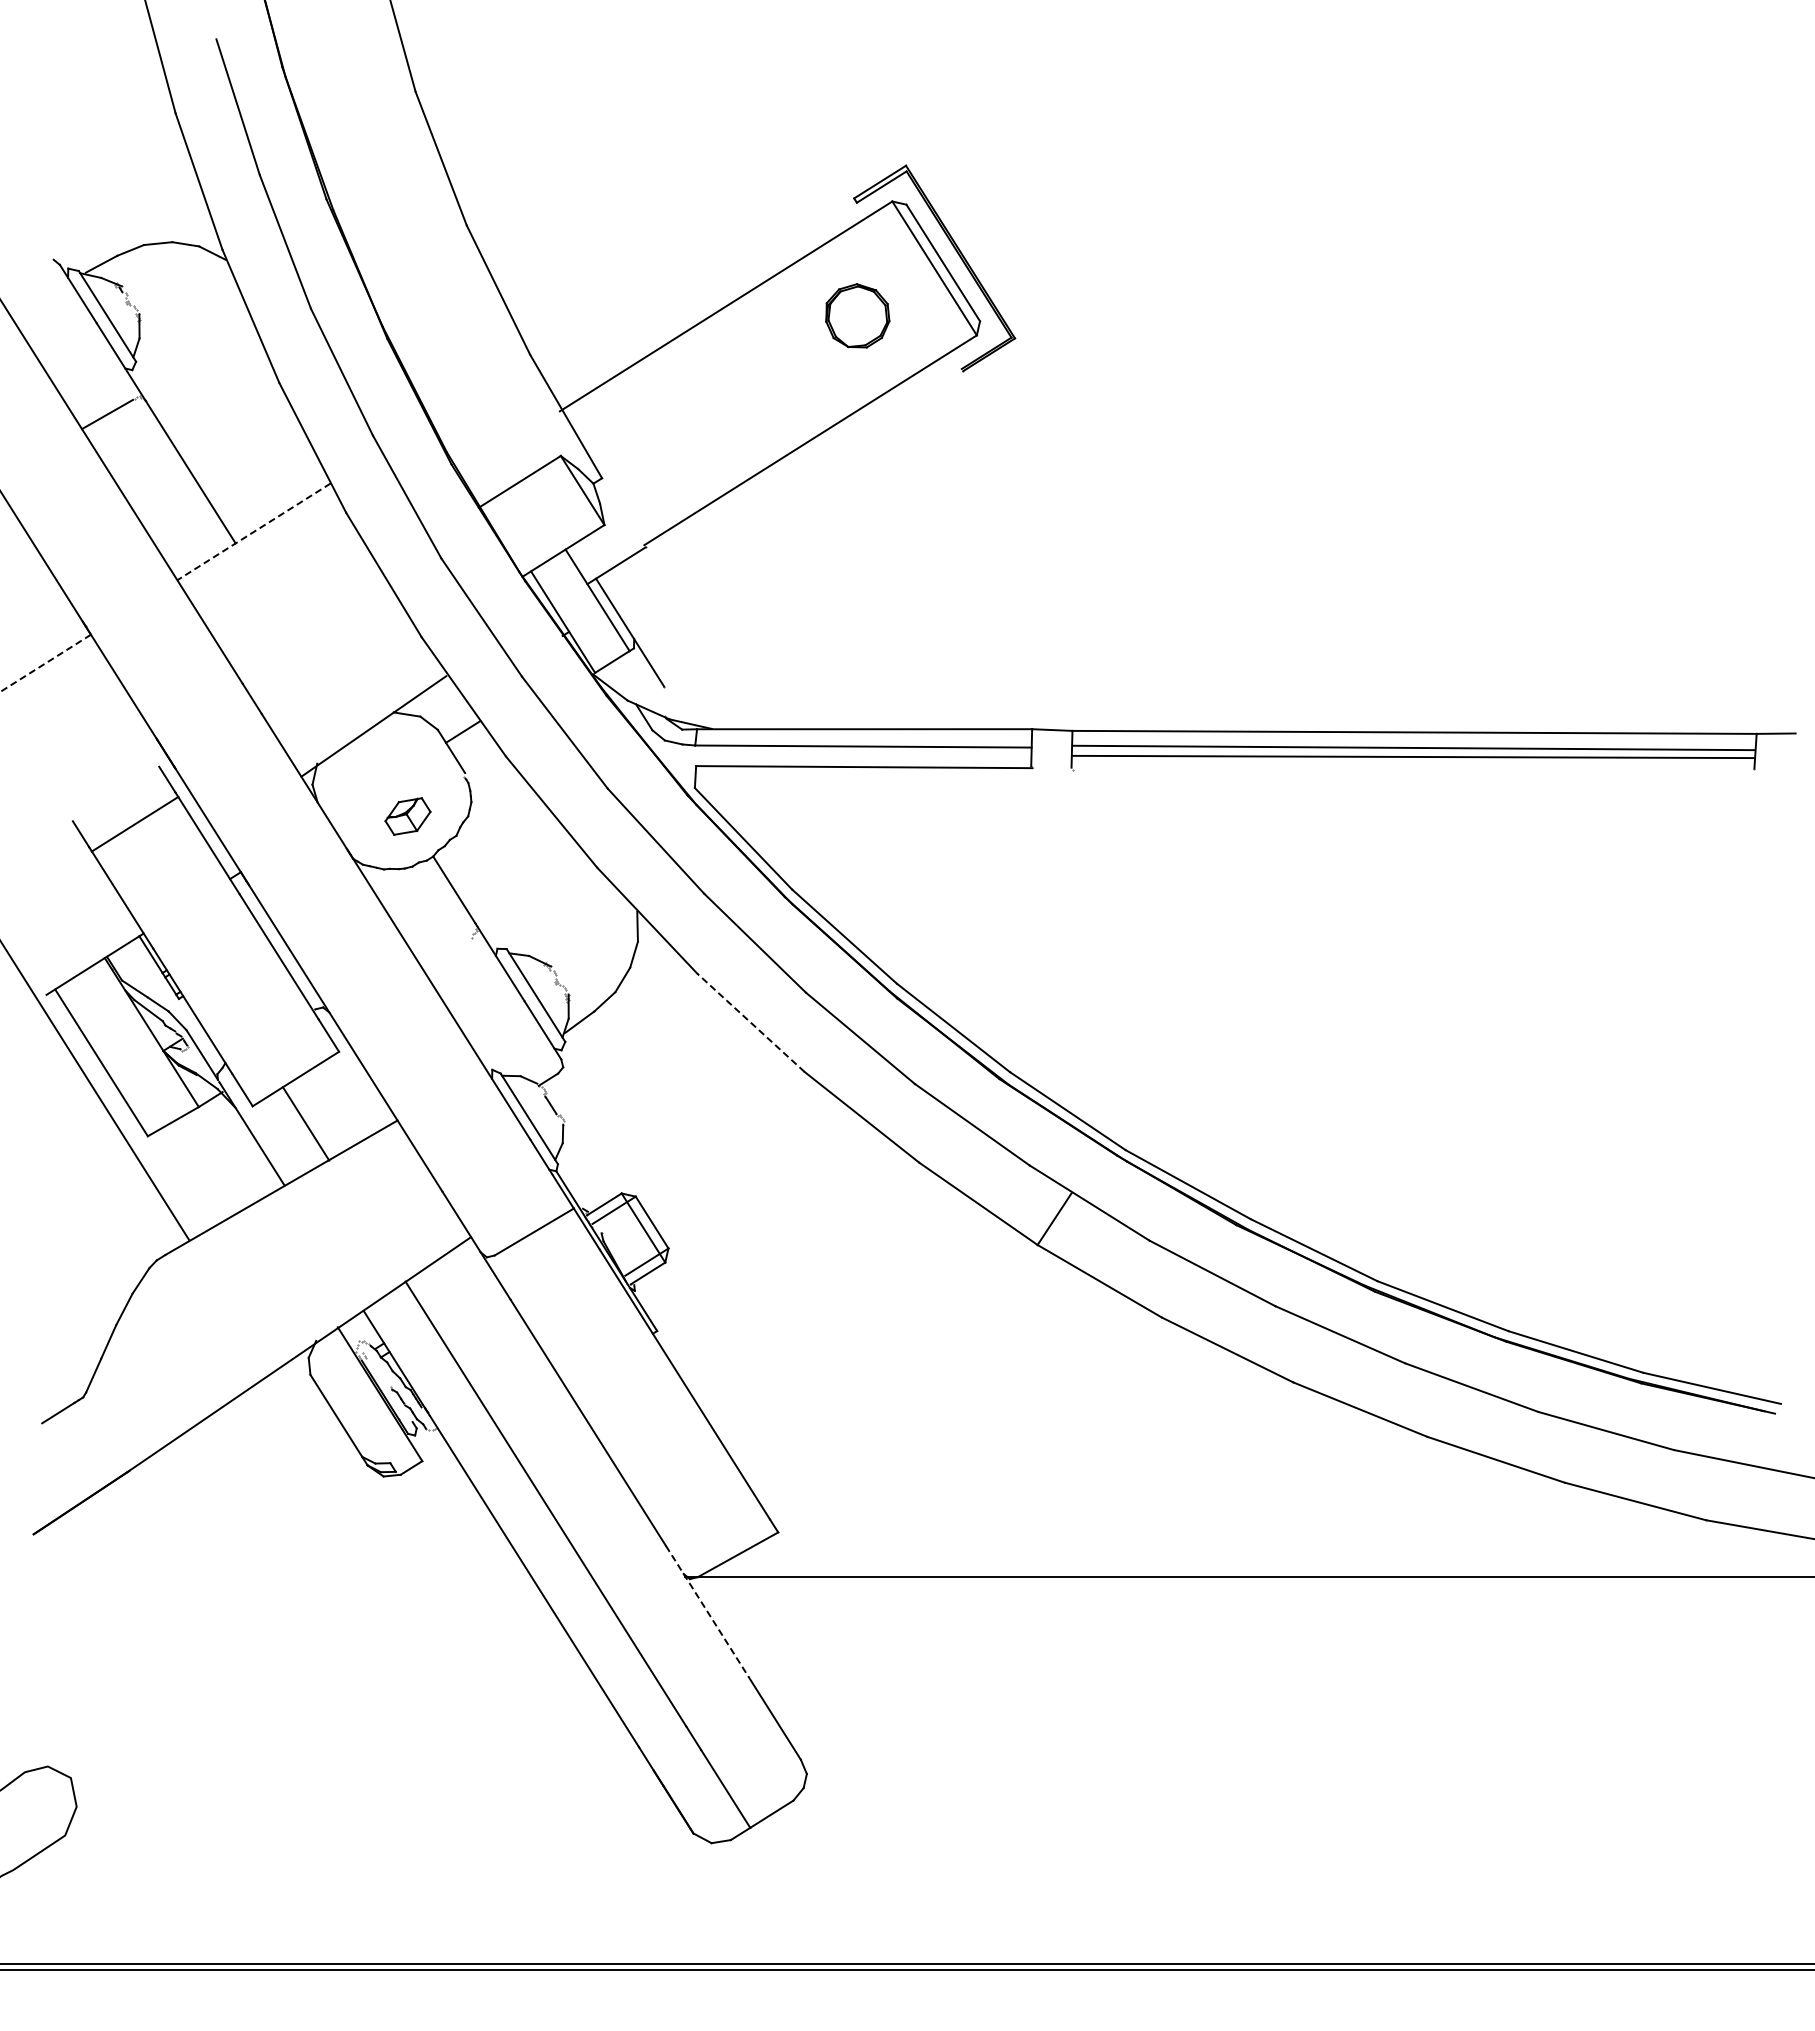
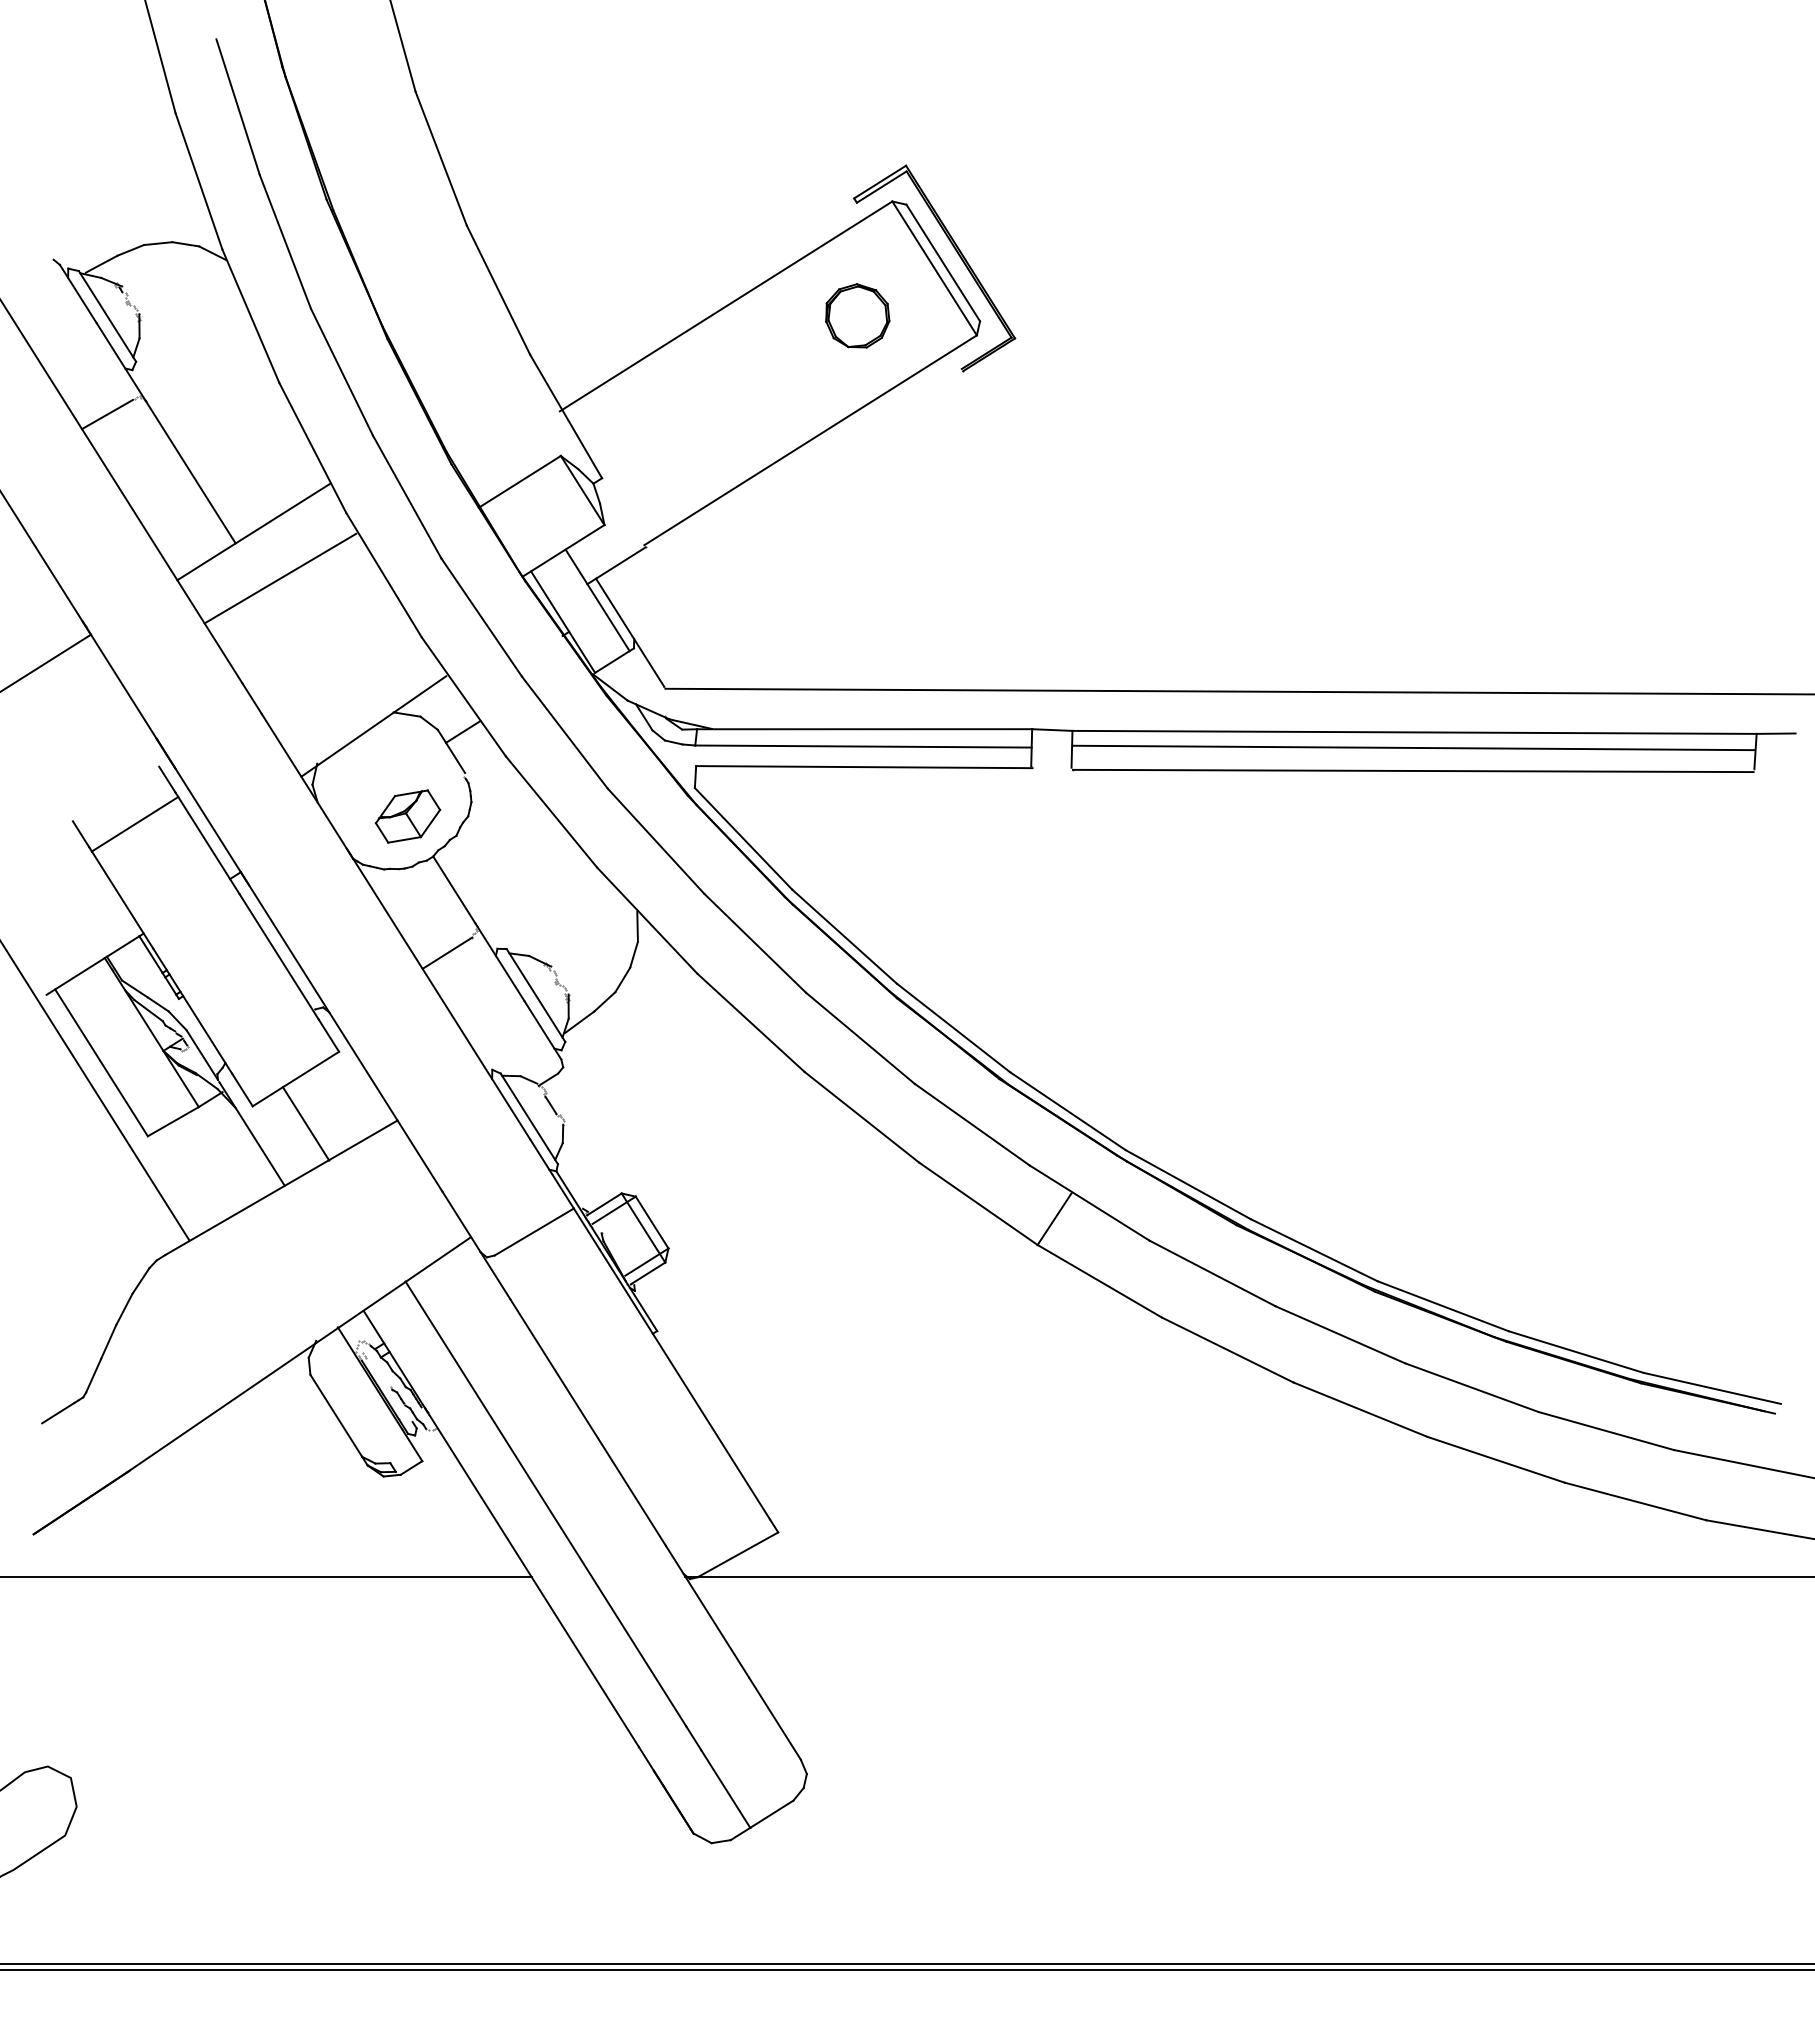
line at (254, 531): dashed -> solid
line at (280, 578): none -> present
line at (45, 663): dashed -> solid
line at (1238, 691): none -> present
line at (1412, 756) position: (1412, 756) -> (1412, 770)
part at (407, 816) size: 48x39 px -> 68x55 px
line at (447, 952): none -> present
line at (751, 1022): dashed -> solid
line at (266, 1576): none -> present
line at (707, 1611): dashed -> solid
